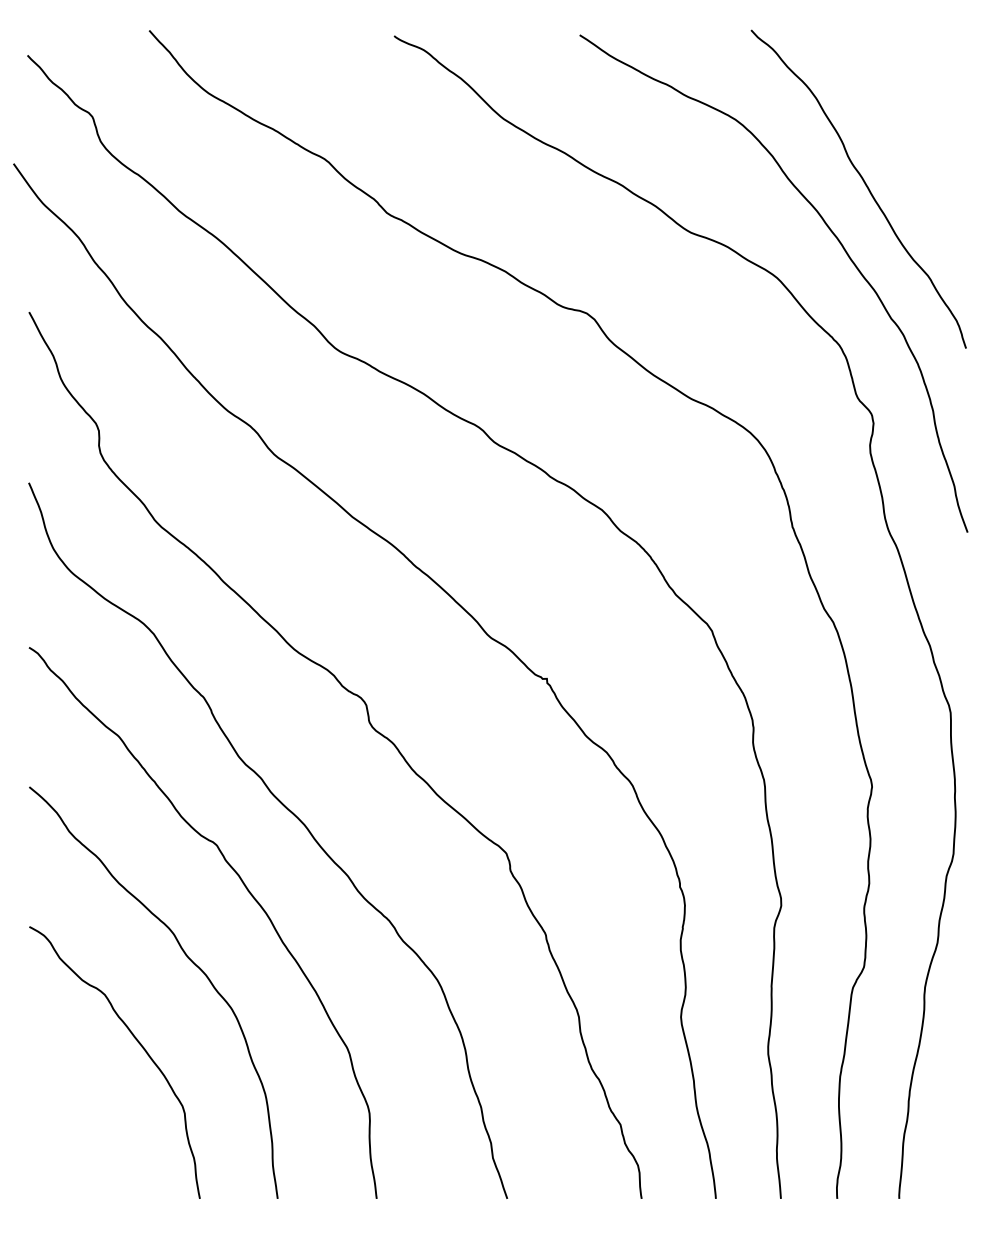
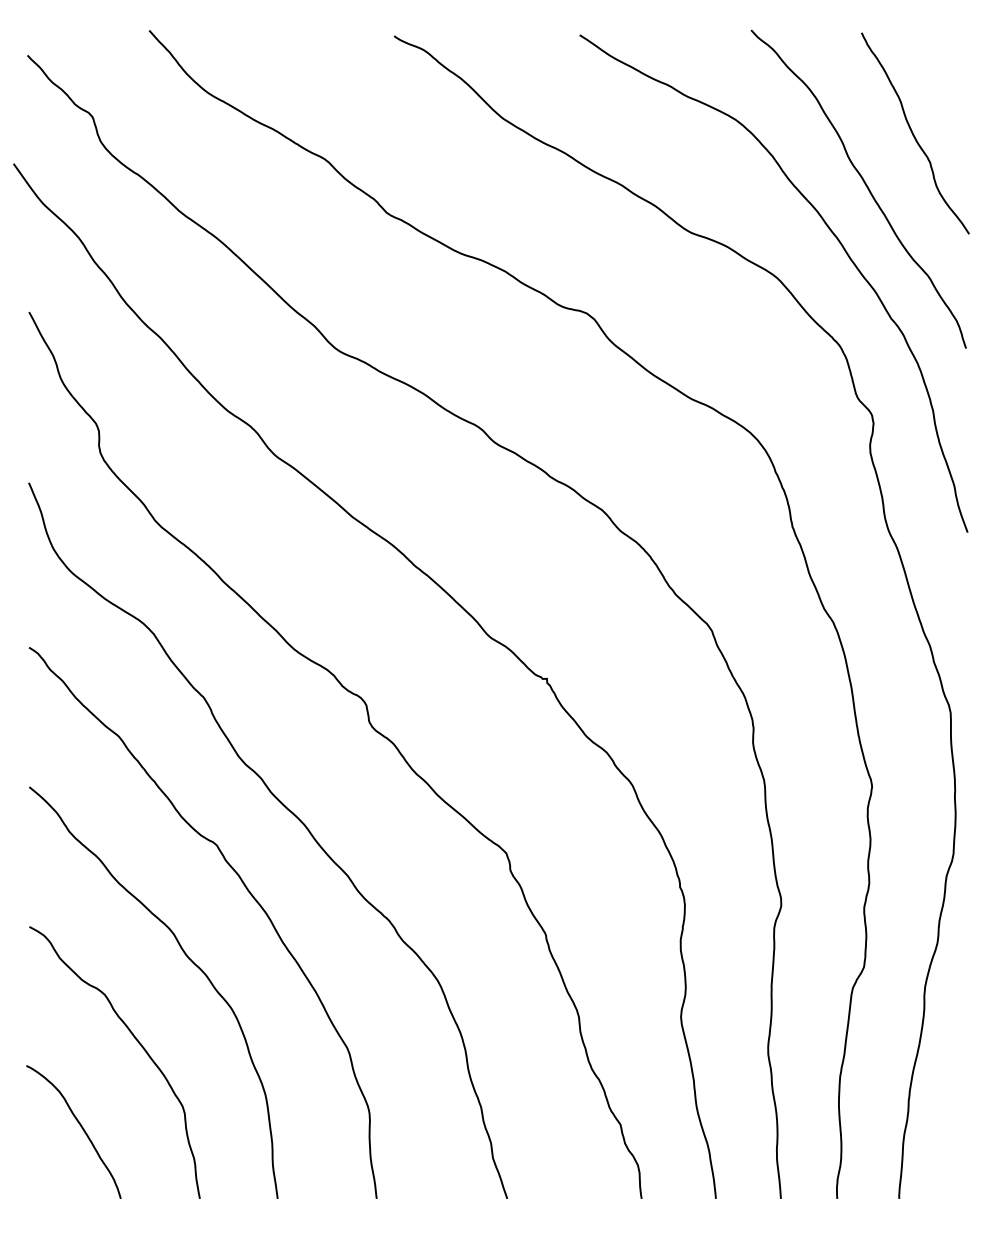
curve at (914, 134): none -> present
curve at (79, 1125): none -> present
